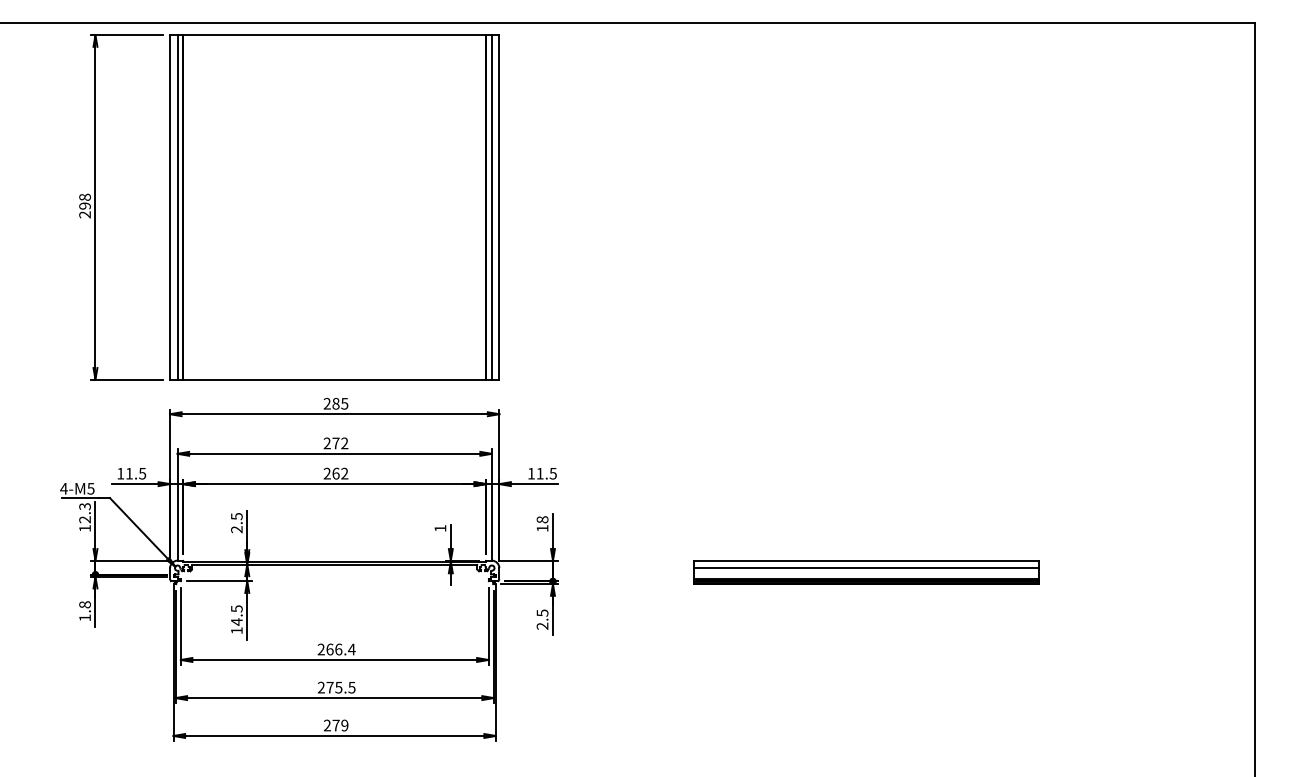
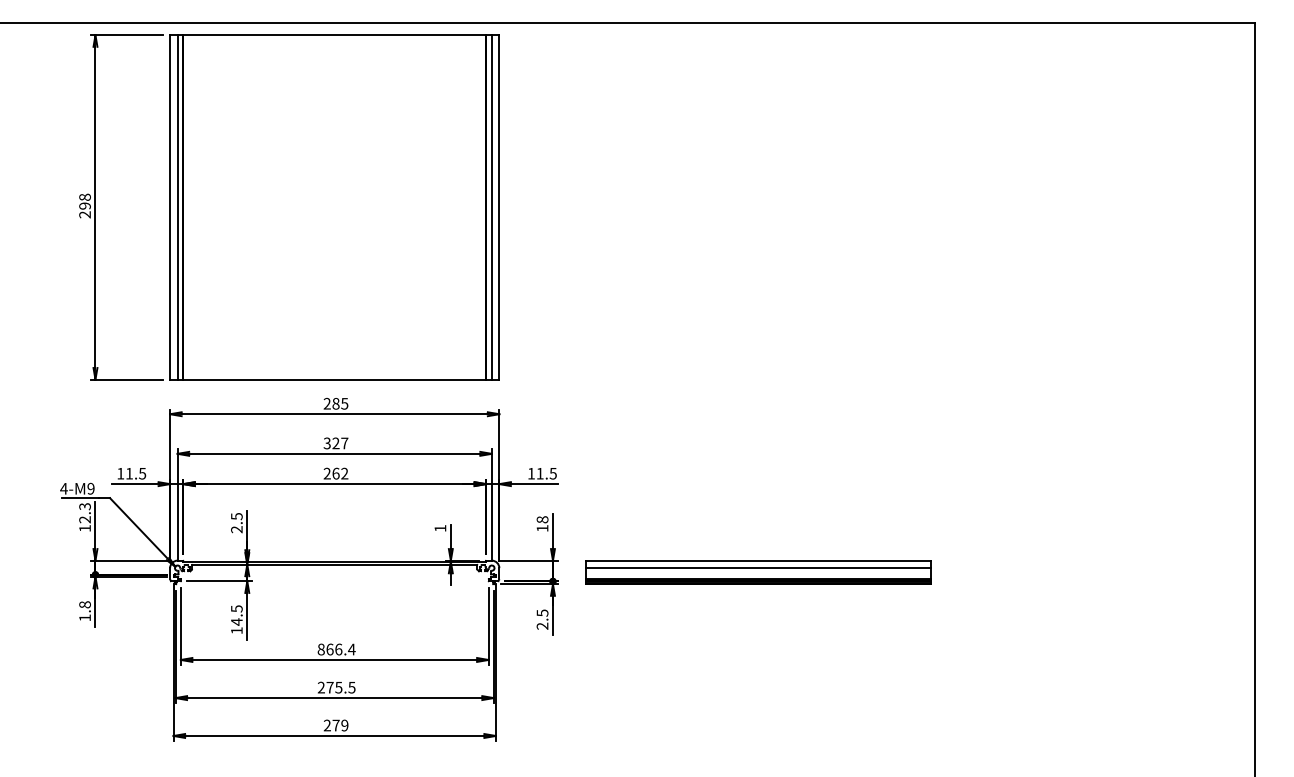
text at (335, 443): 272 -> 327
text at (90, 488): 4-M5 -> 4-M9
part at (866, 572) position: (866, 572) -> (758, 572)
text at (320, 649): 266.4 -> 866.4
